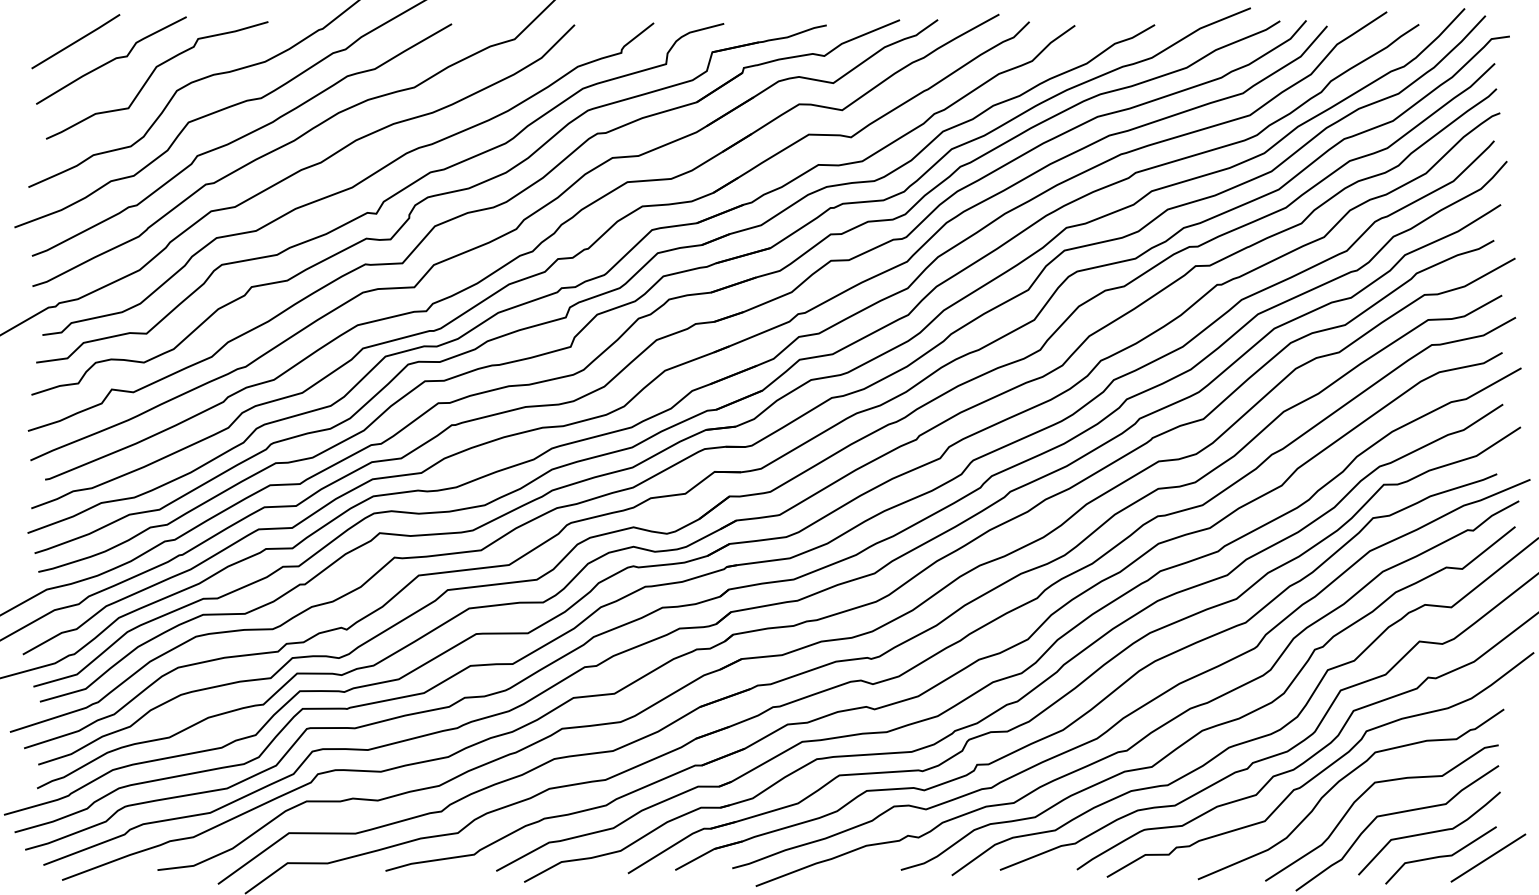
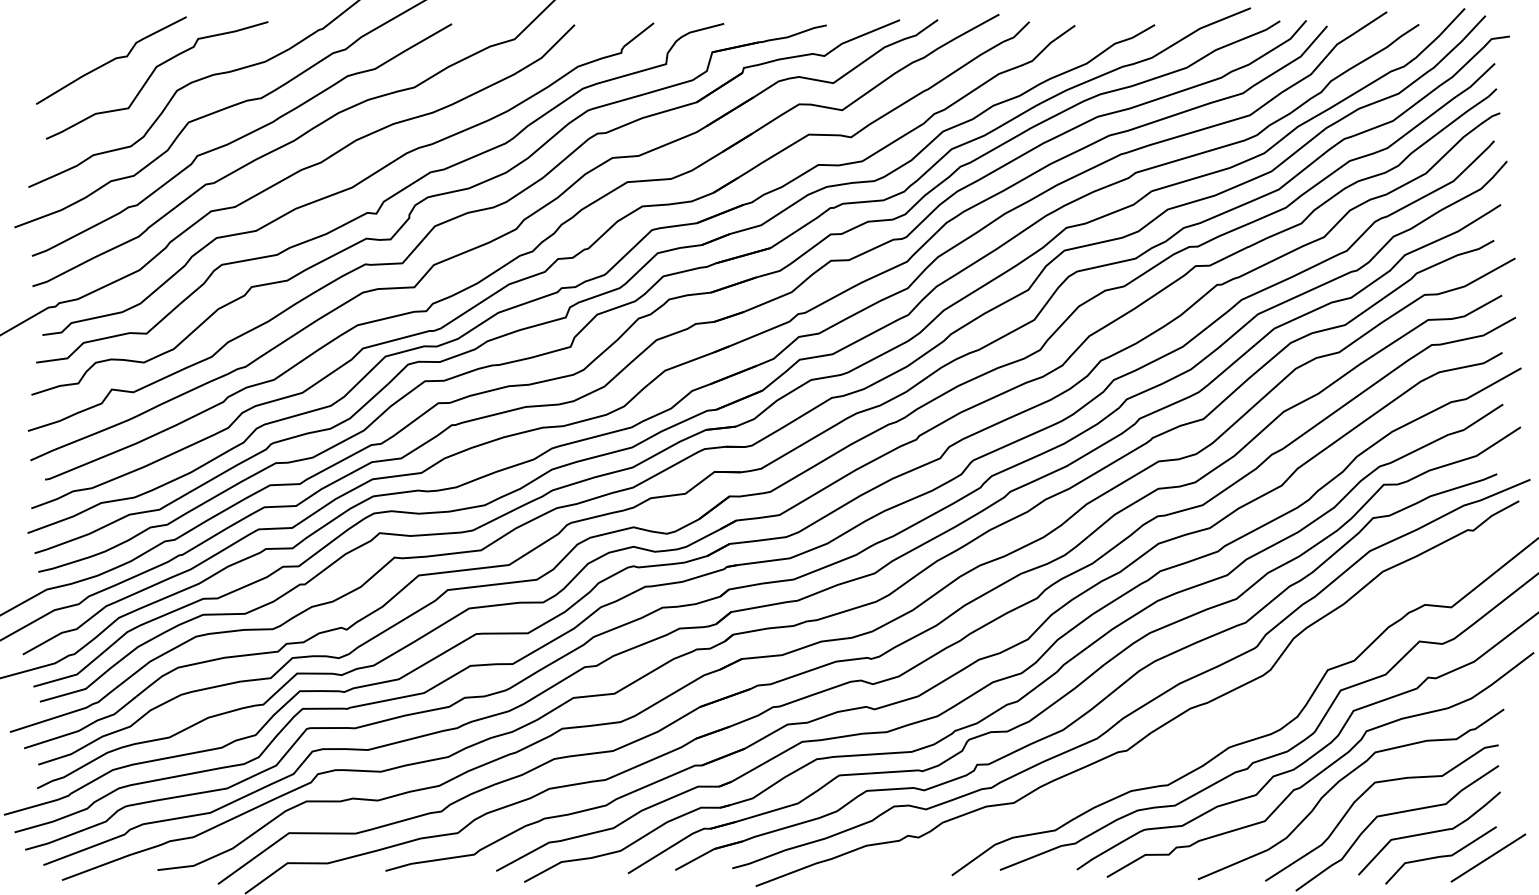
line at (75, 41): present -> none
curve at (1216, 724): present -> none
